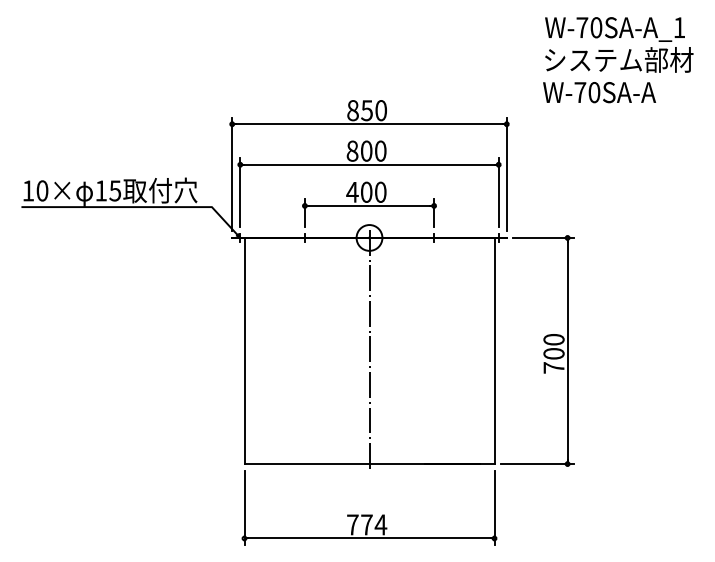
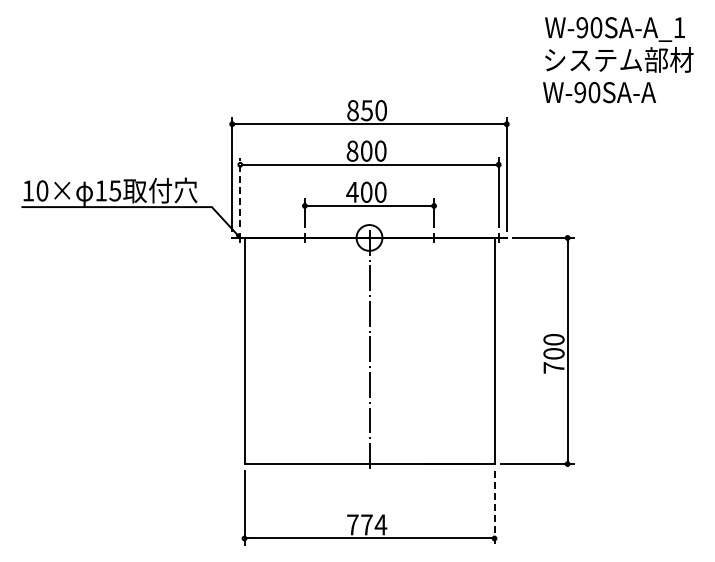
text at (582, 27): W-70SA-A_1 -> W-90SA-A_1
text at (580, 92): W-70SA-A -> W-90SA-A
line at (240, 192): solid -> dashed
line at (494, 508): solid -> dashed
